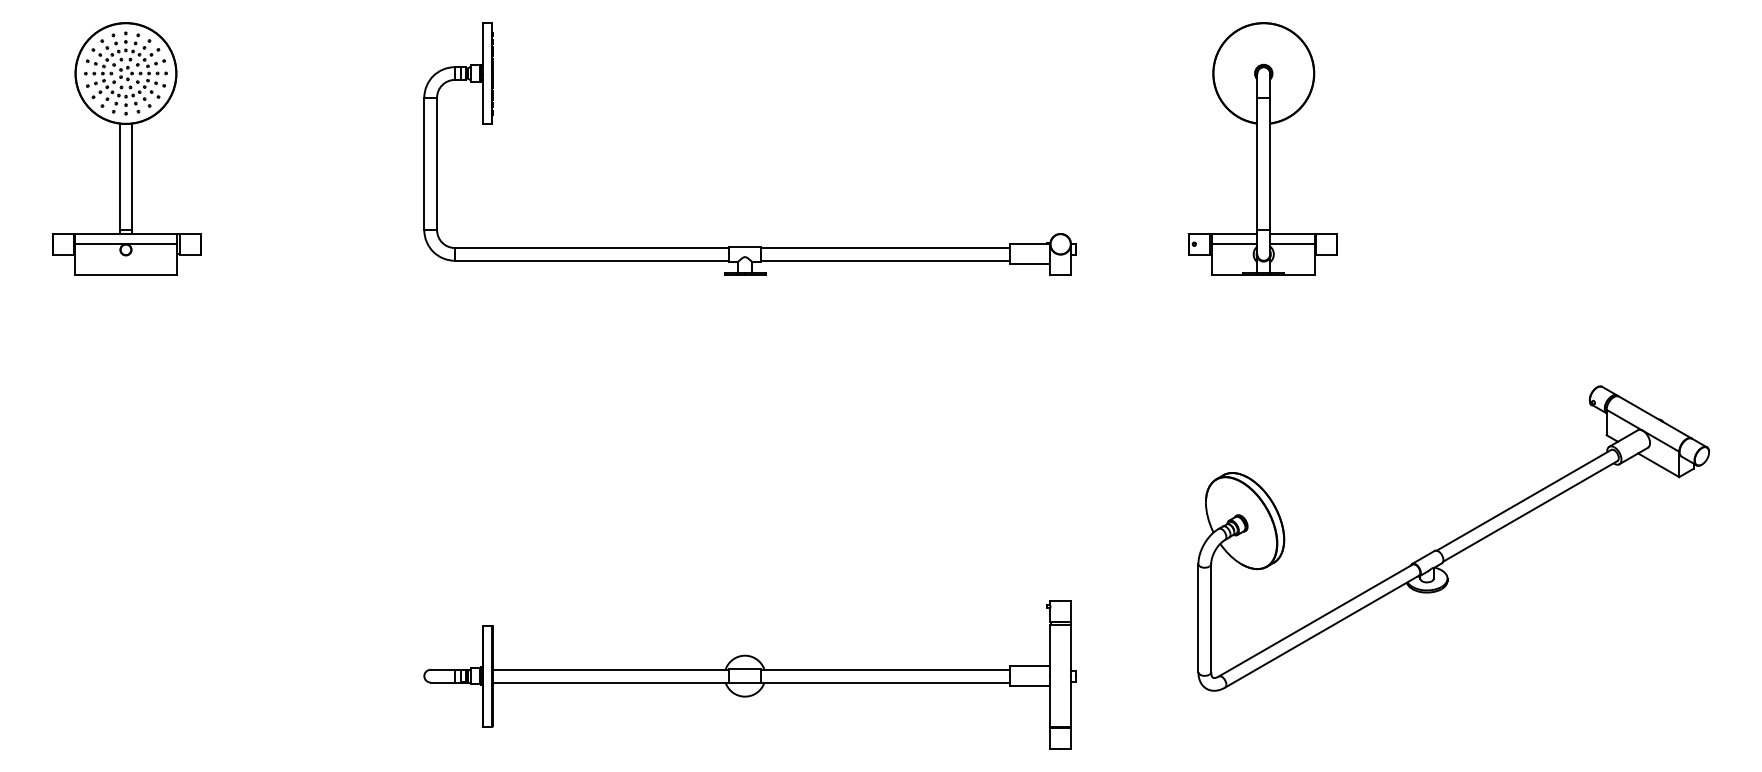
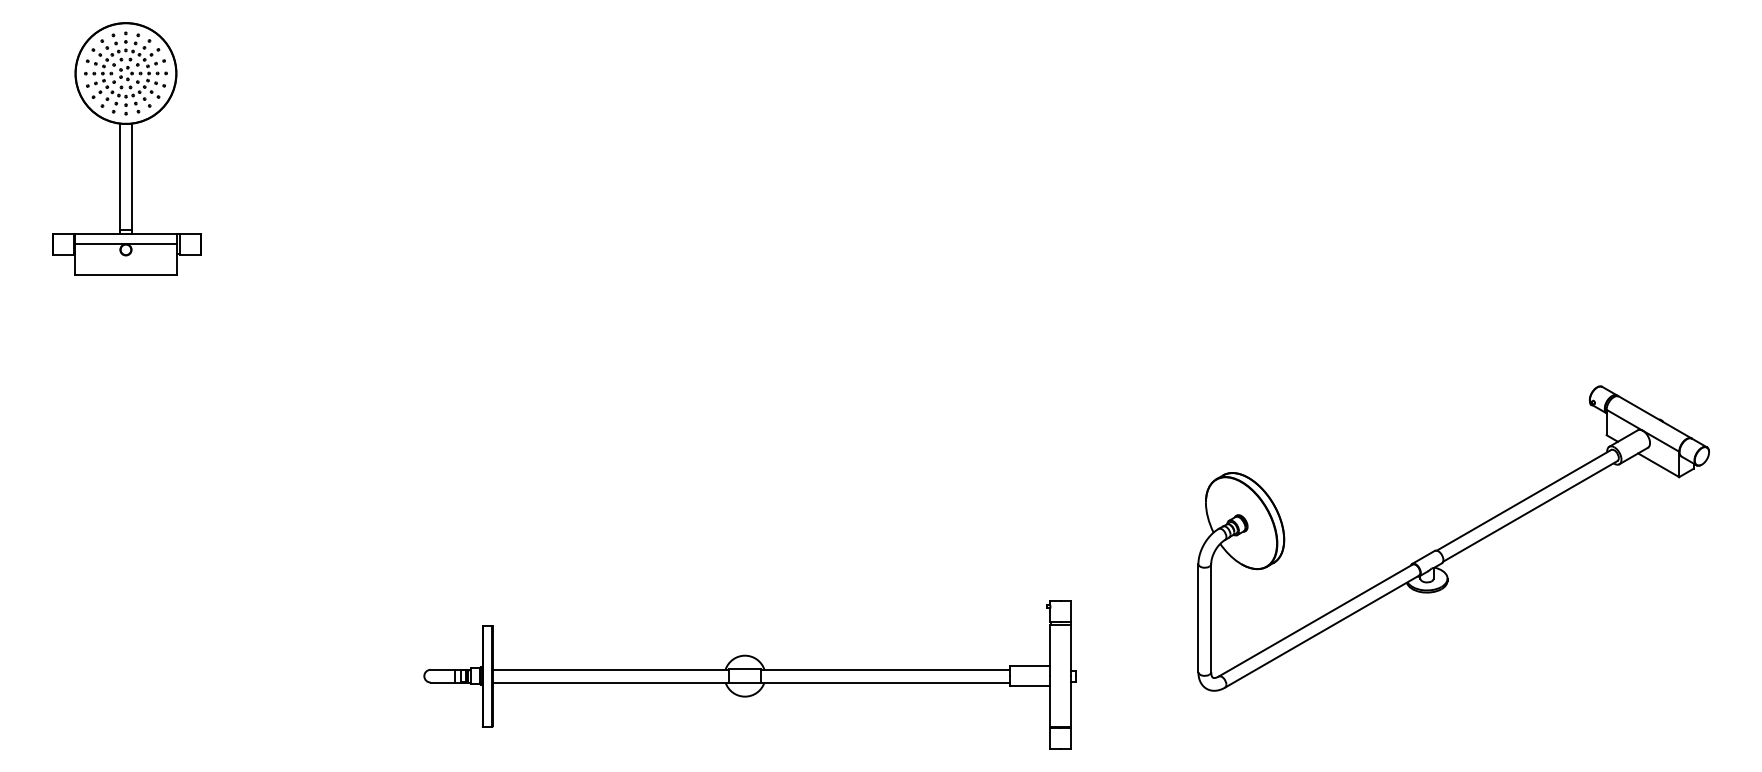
part at (1262, 148): present -> none
part at (749, 246): present -> none
